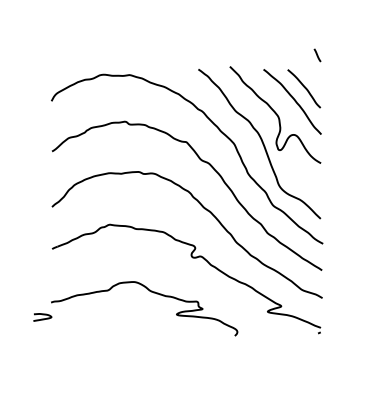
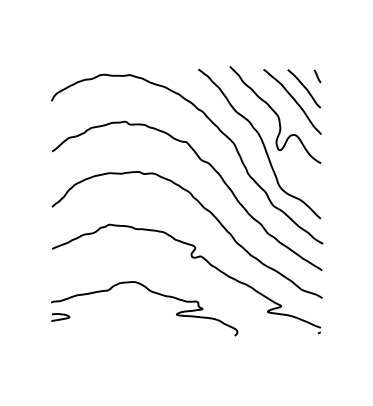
line at (317, 55) position: (317, 55) -> (317, 76)
curve at (42, 318) position: (42, 318) -> (60, 318)
